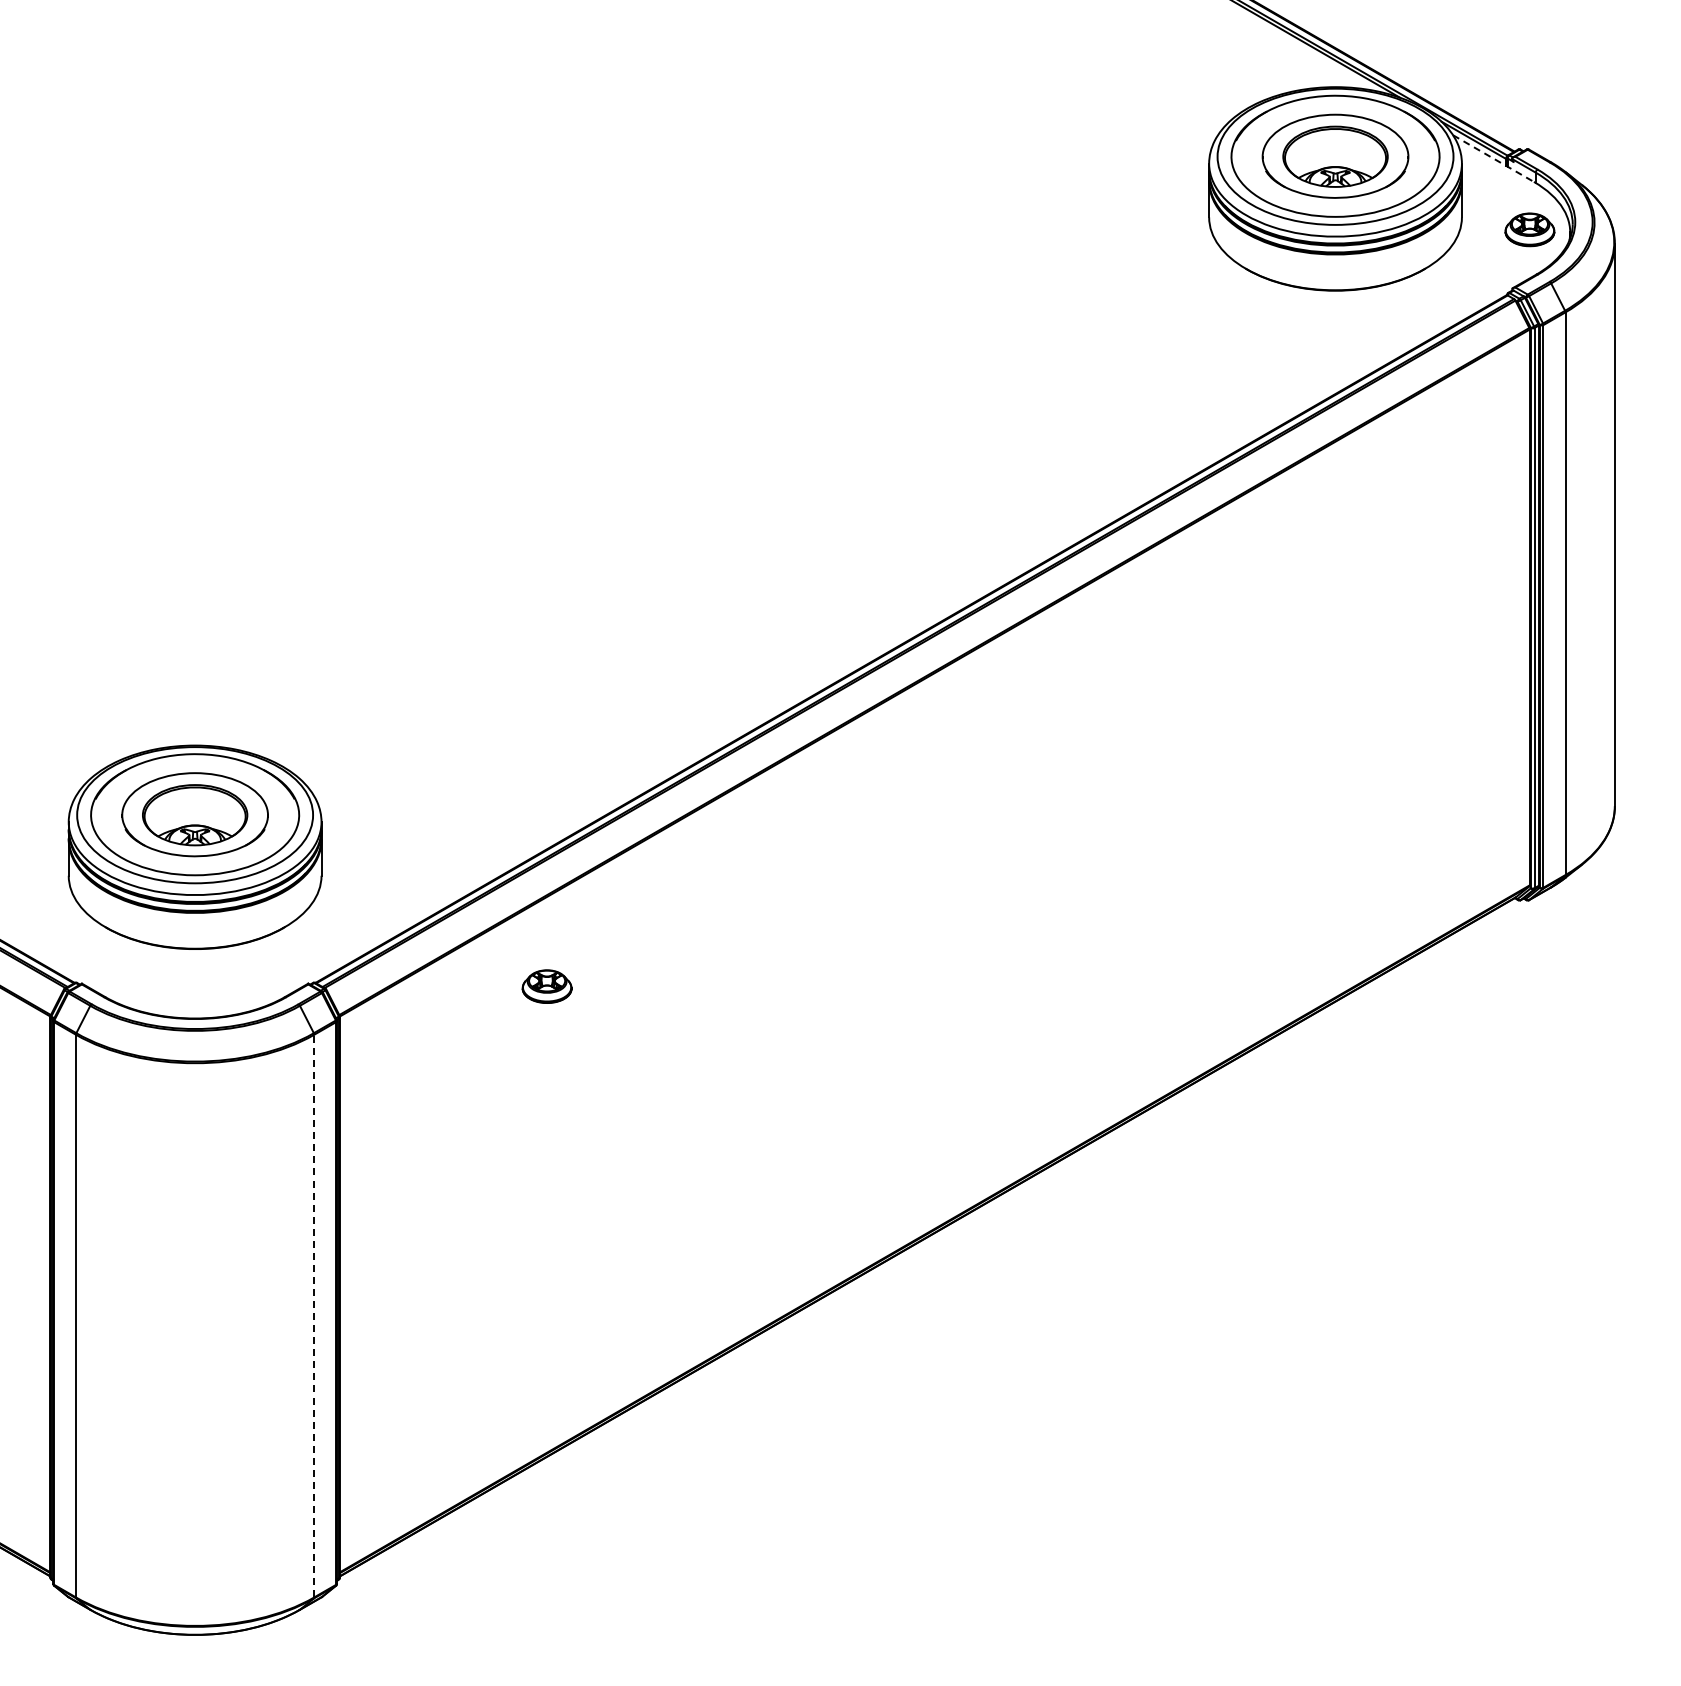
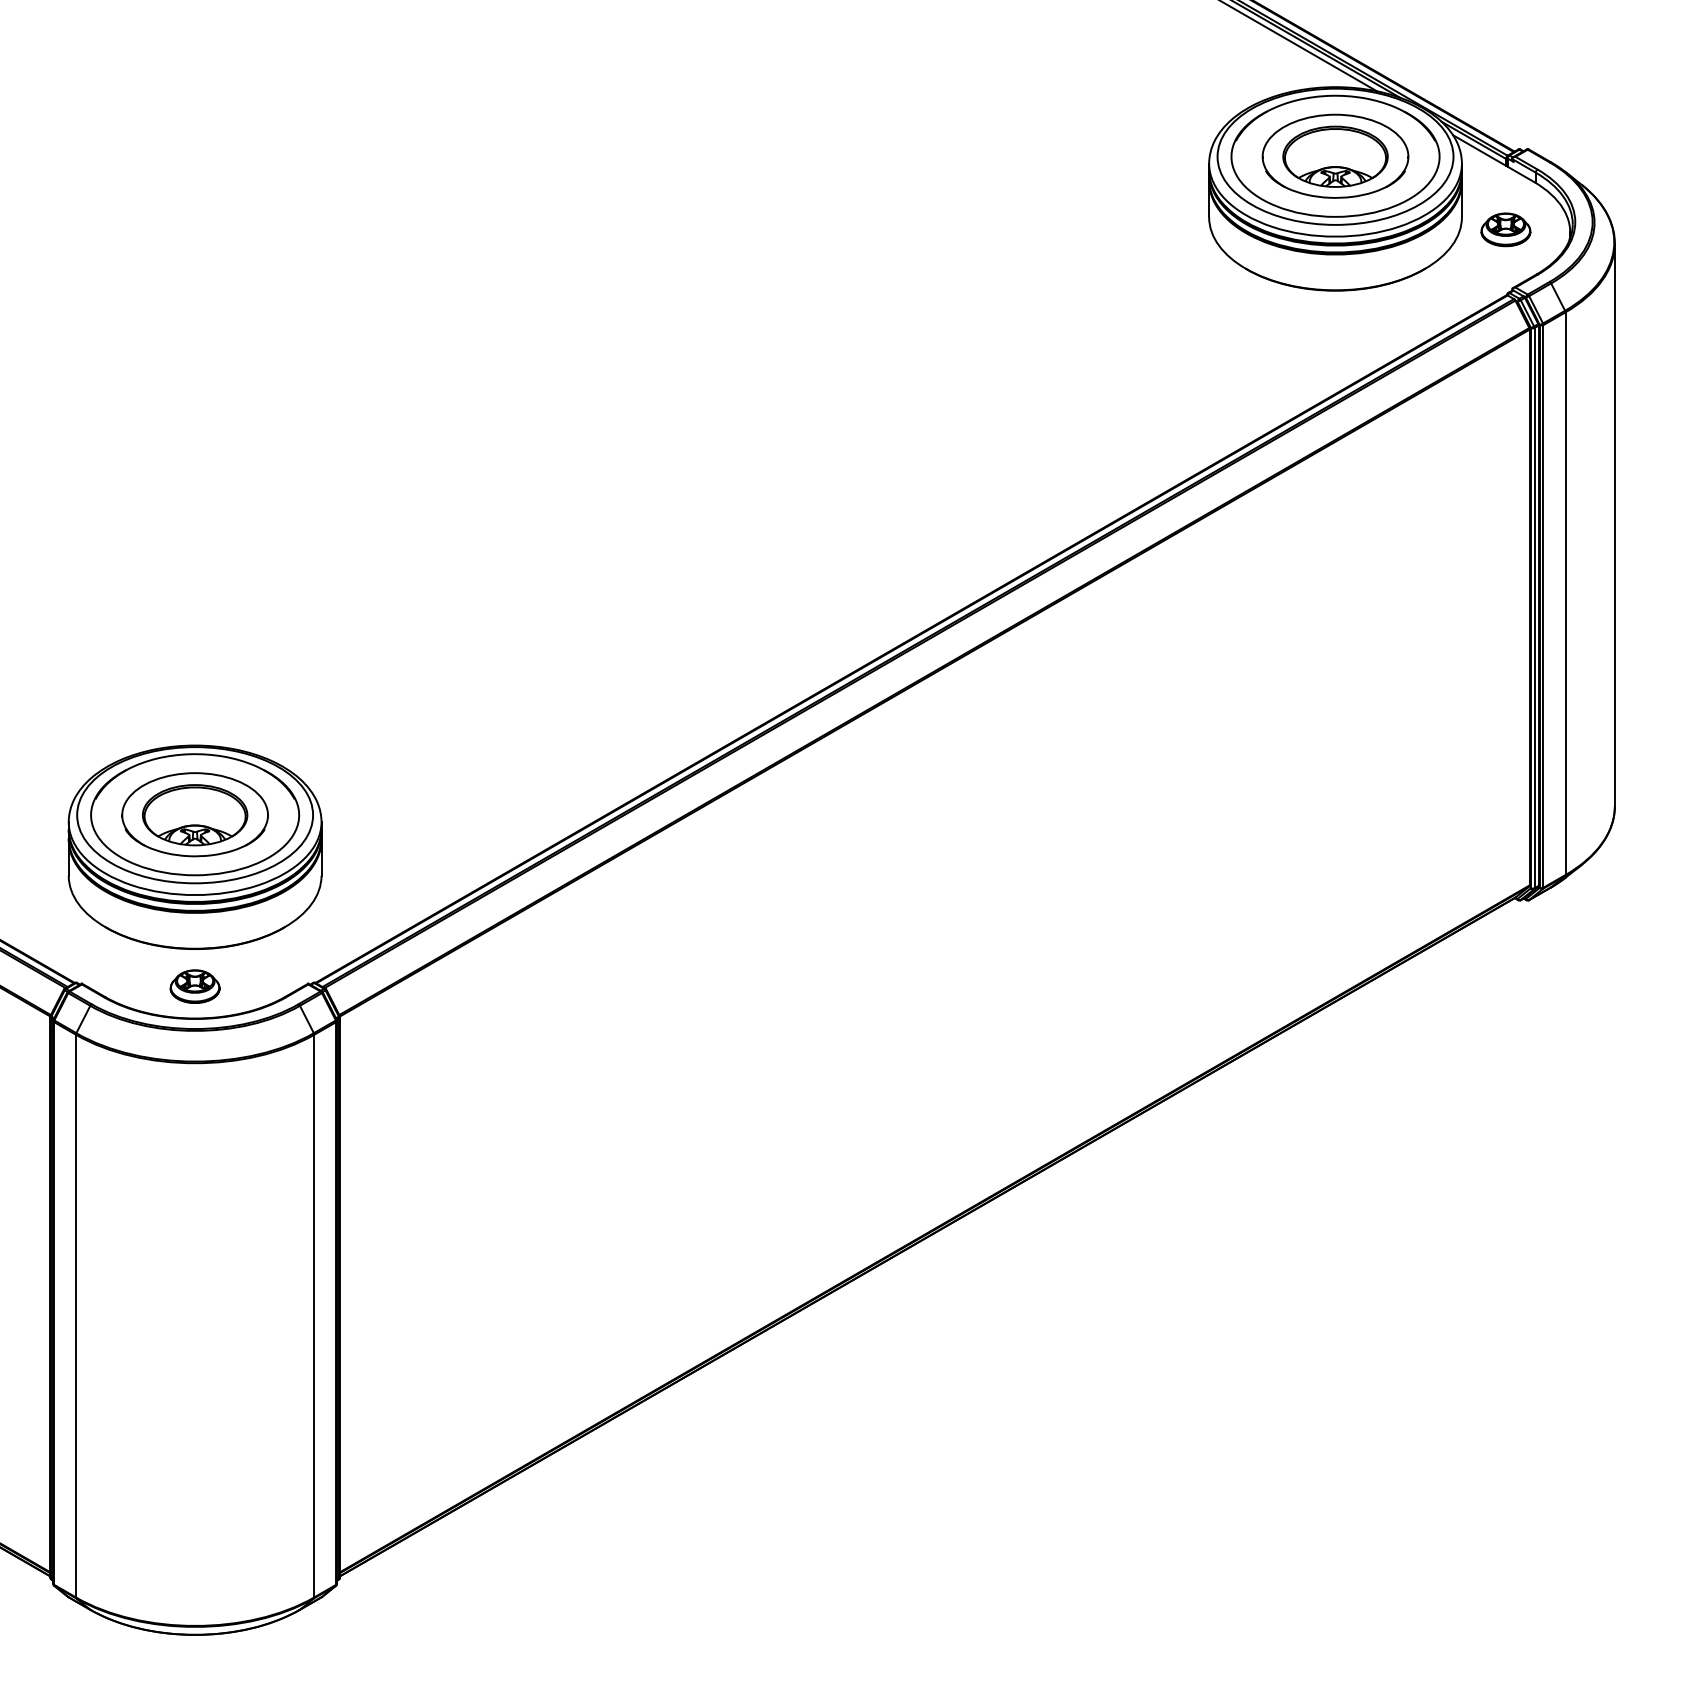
line at (1299, 46): none -> present
line at (1493, 158): dashed -> solid
part at (1529, 229) position: (1529, 229) -> (1505, 229)
part at (546, 986) position: (546, 986) -> (194, 986)
line at (314, 1315): dashed -> solid
